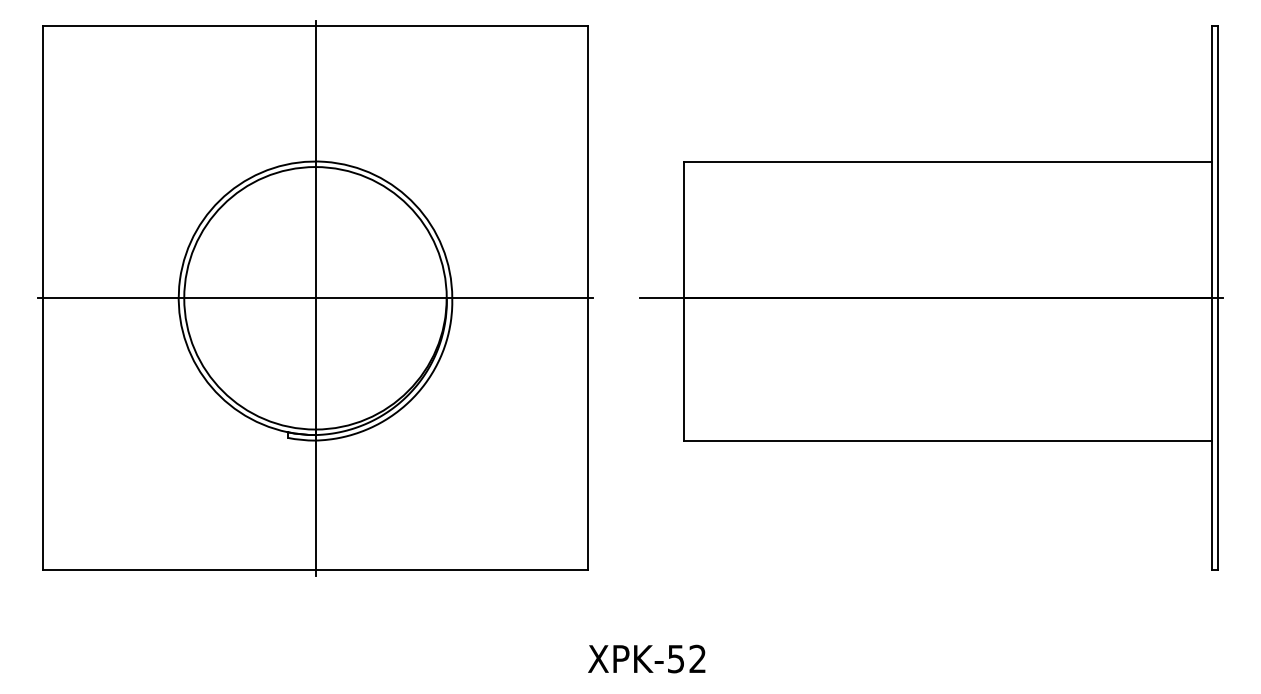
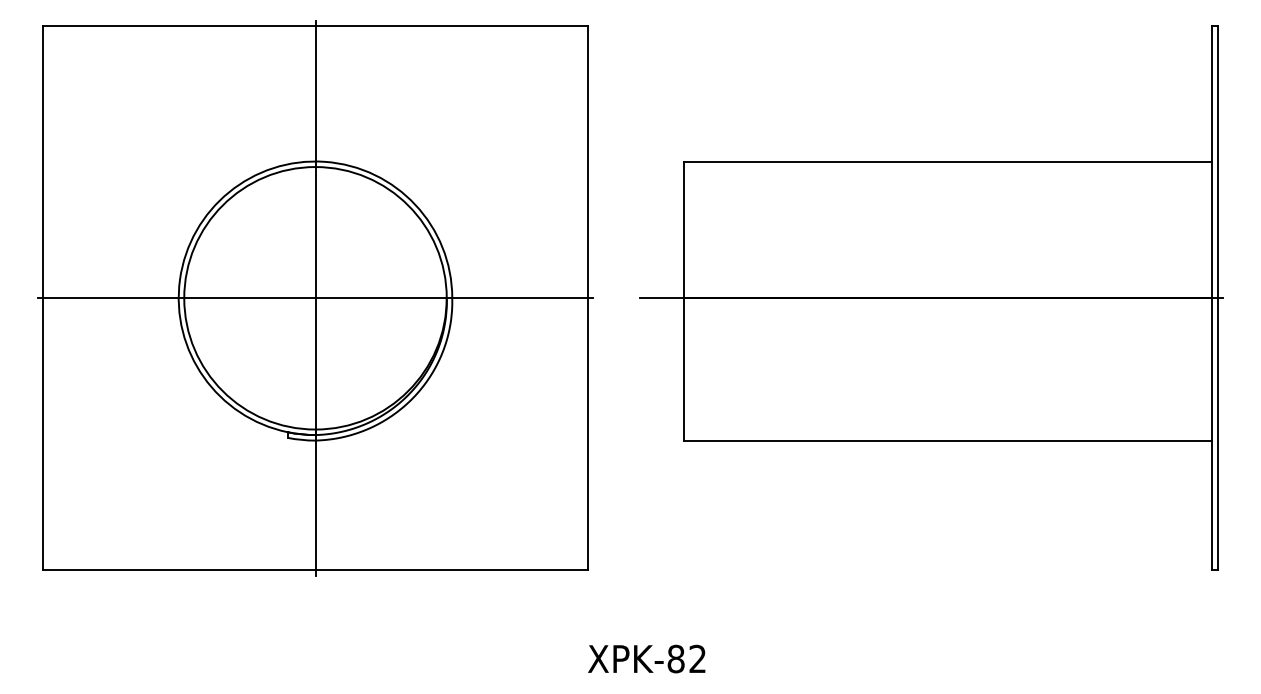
text at (675, 658): XPK-52 -> XPK-82
